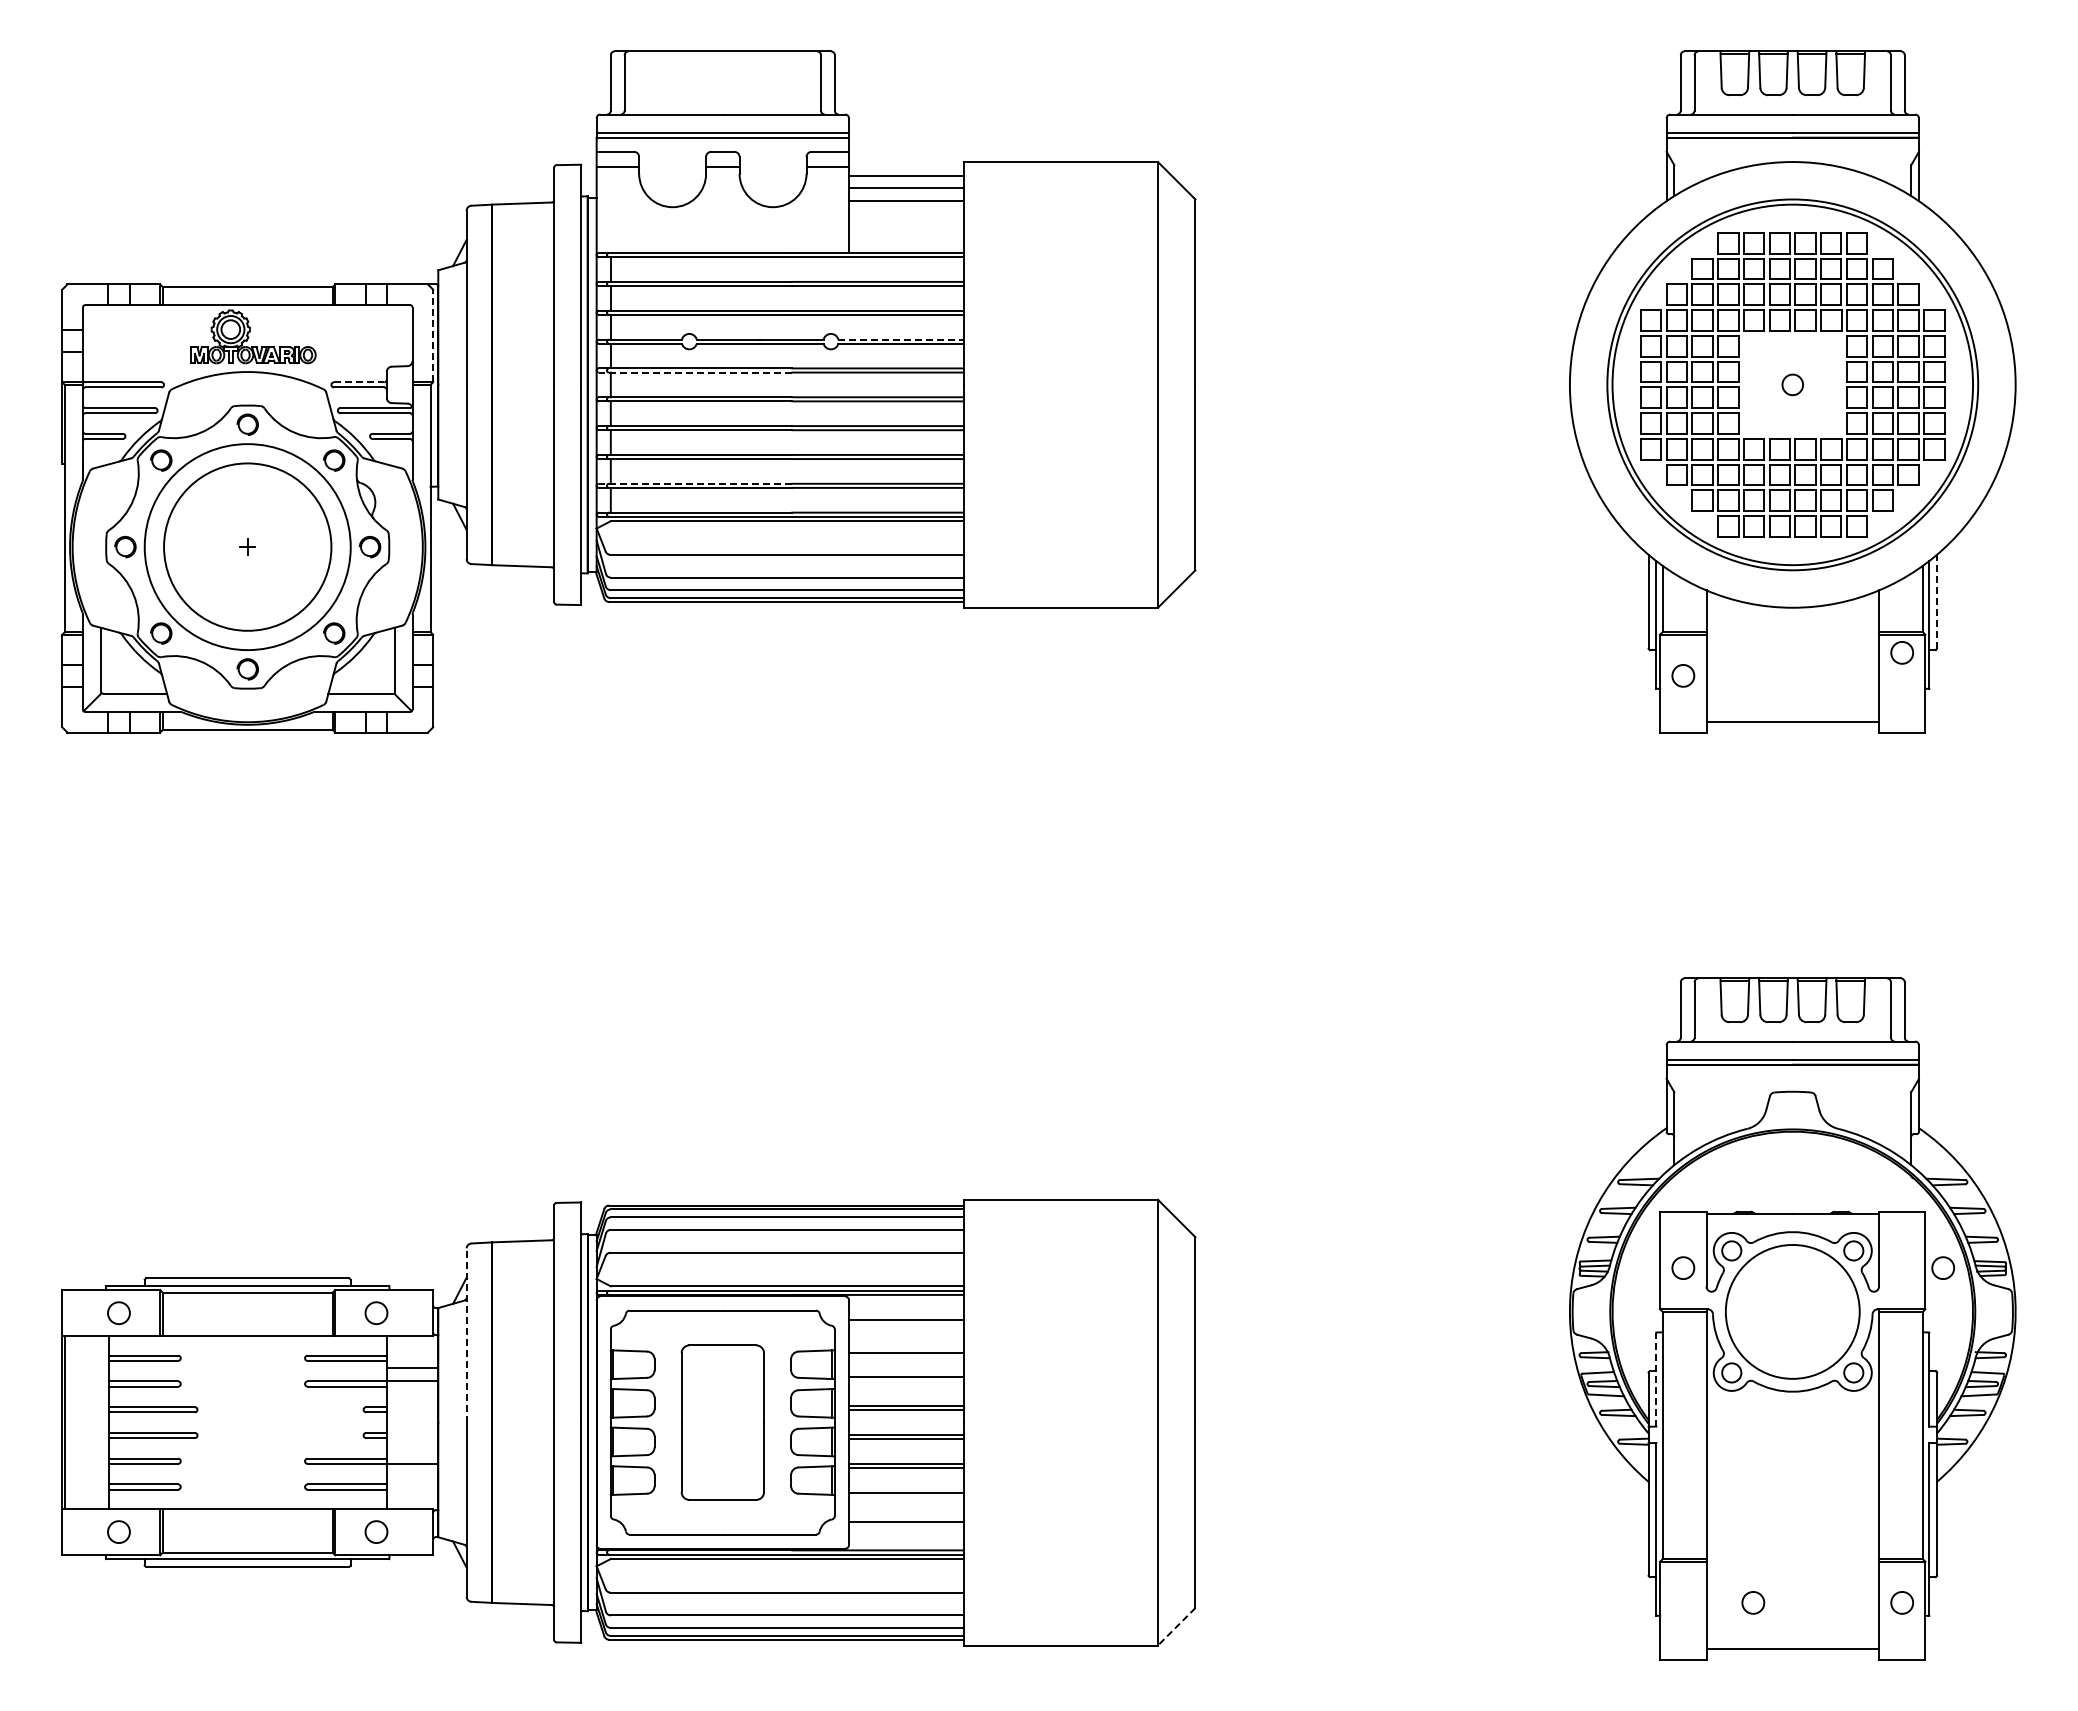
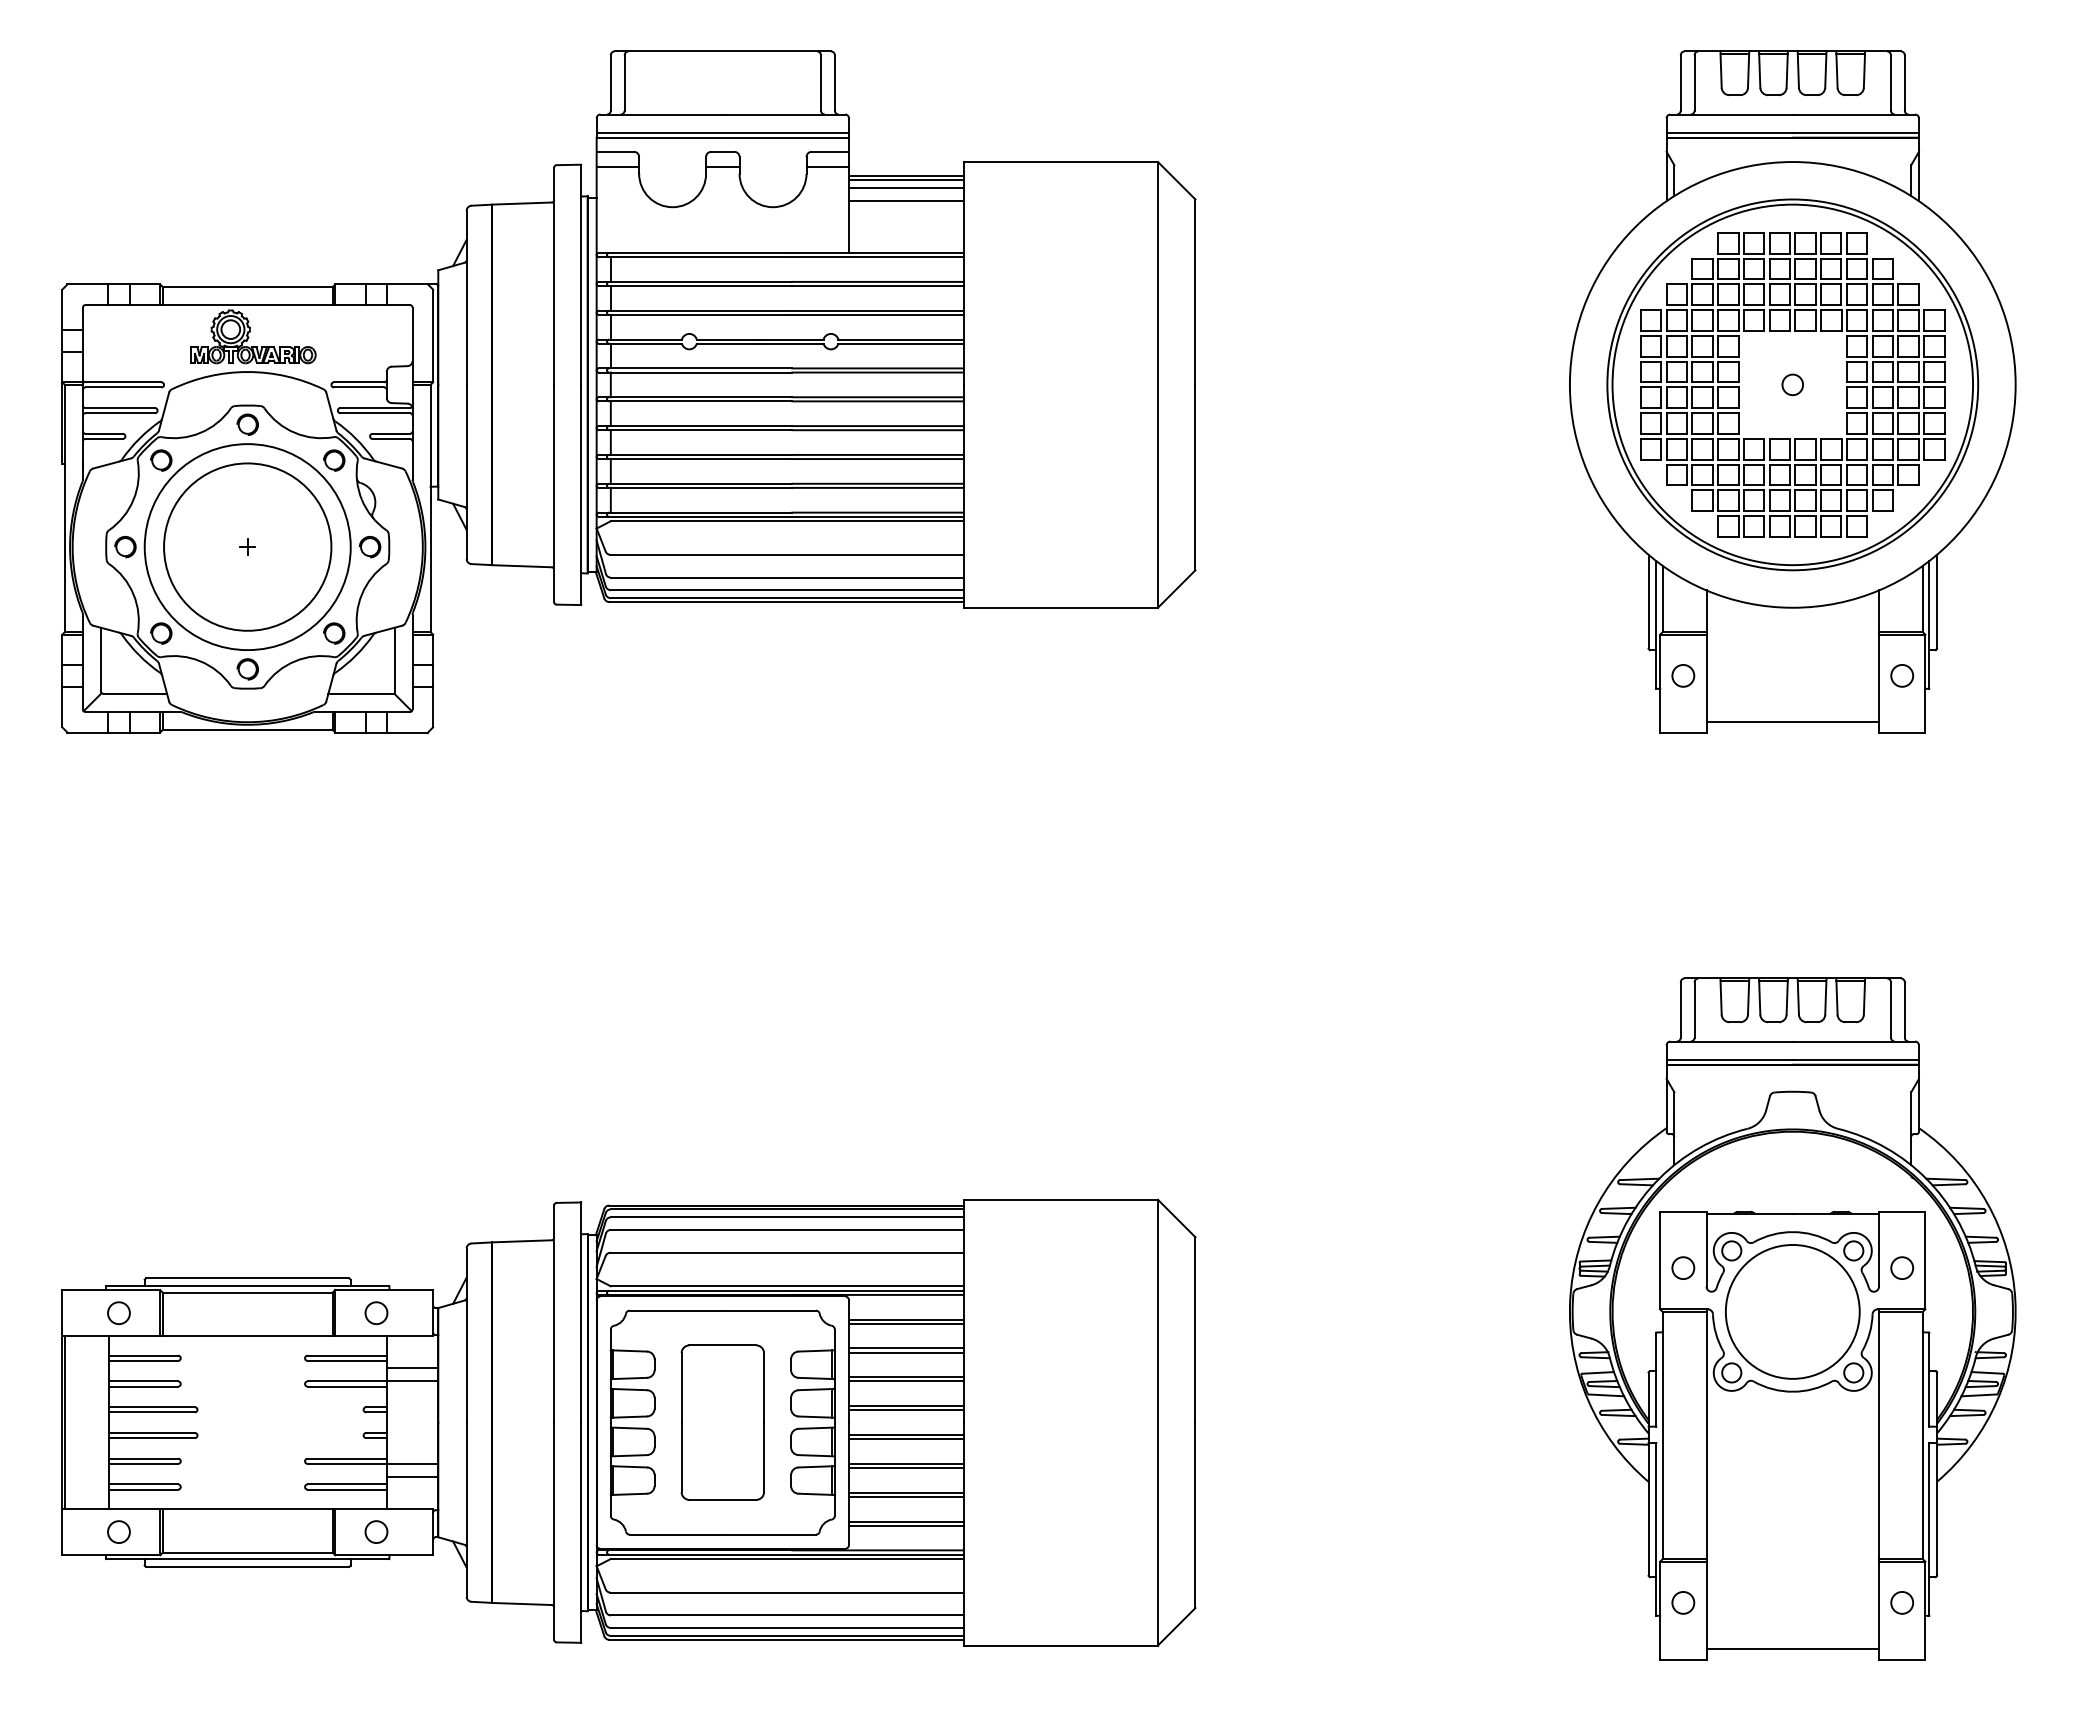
line at (906, 180): none -> present
line at (433, 335): dashed -> solid
line at (901, 339): dashed -> solid
line at (695, 372): dashed -> solid
line at (359, 382): dashed -> solid
line at (695, 483): dashed -> solid
line at (1936, 601): dashed -> solid
circle at (1902, 652) position: (1902, 652) -> (1902, 675)
circle at (1943, 1267) position: (1943, 1267) -> (1902, 1267)
line at (906, 1323): none -> present
line at (466, 1335): dashed -> solid
line at (906, 1348): none -> present
line at (1656, 1379): dashed -> solid
line at (906, 1381): none -> present
line at (412, 1477): none -> present
line at (906, 1496): none -> present
line at (906, 1525): none -> present
circle at (1753, 1602) position: (1753, 1602) -> (1683, 1602)
line at (1176, 1627): dashed -> solid
